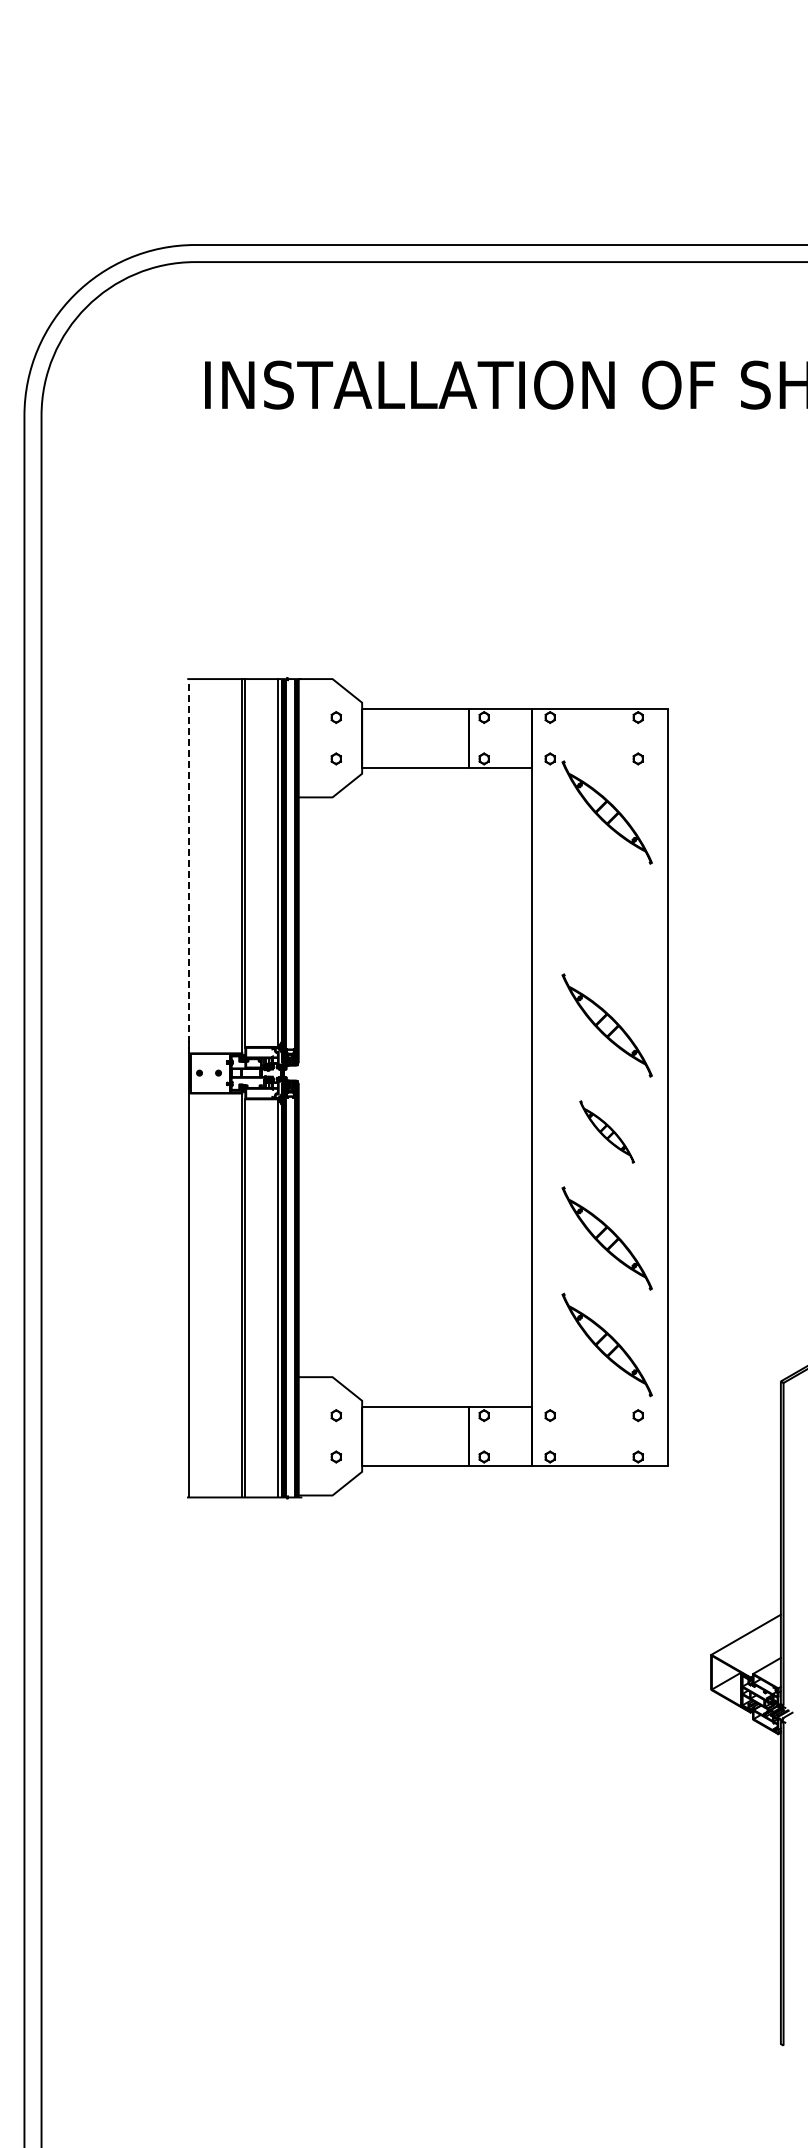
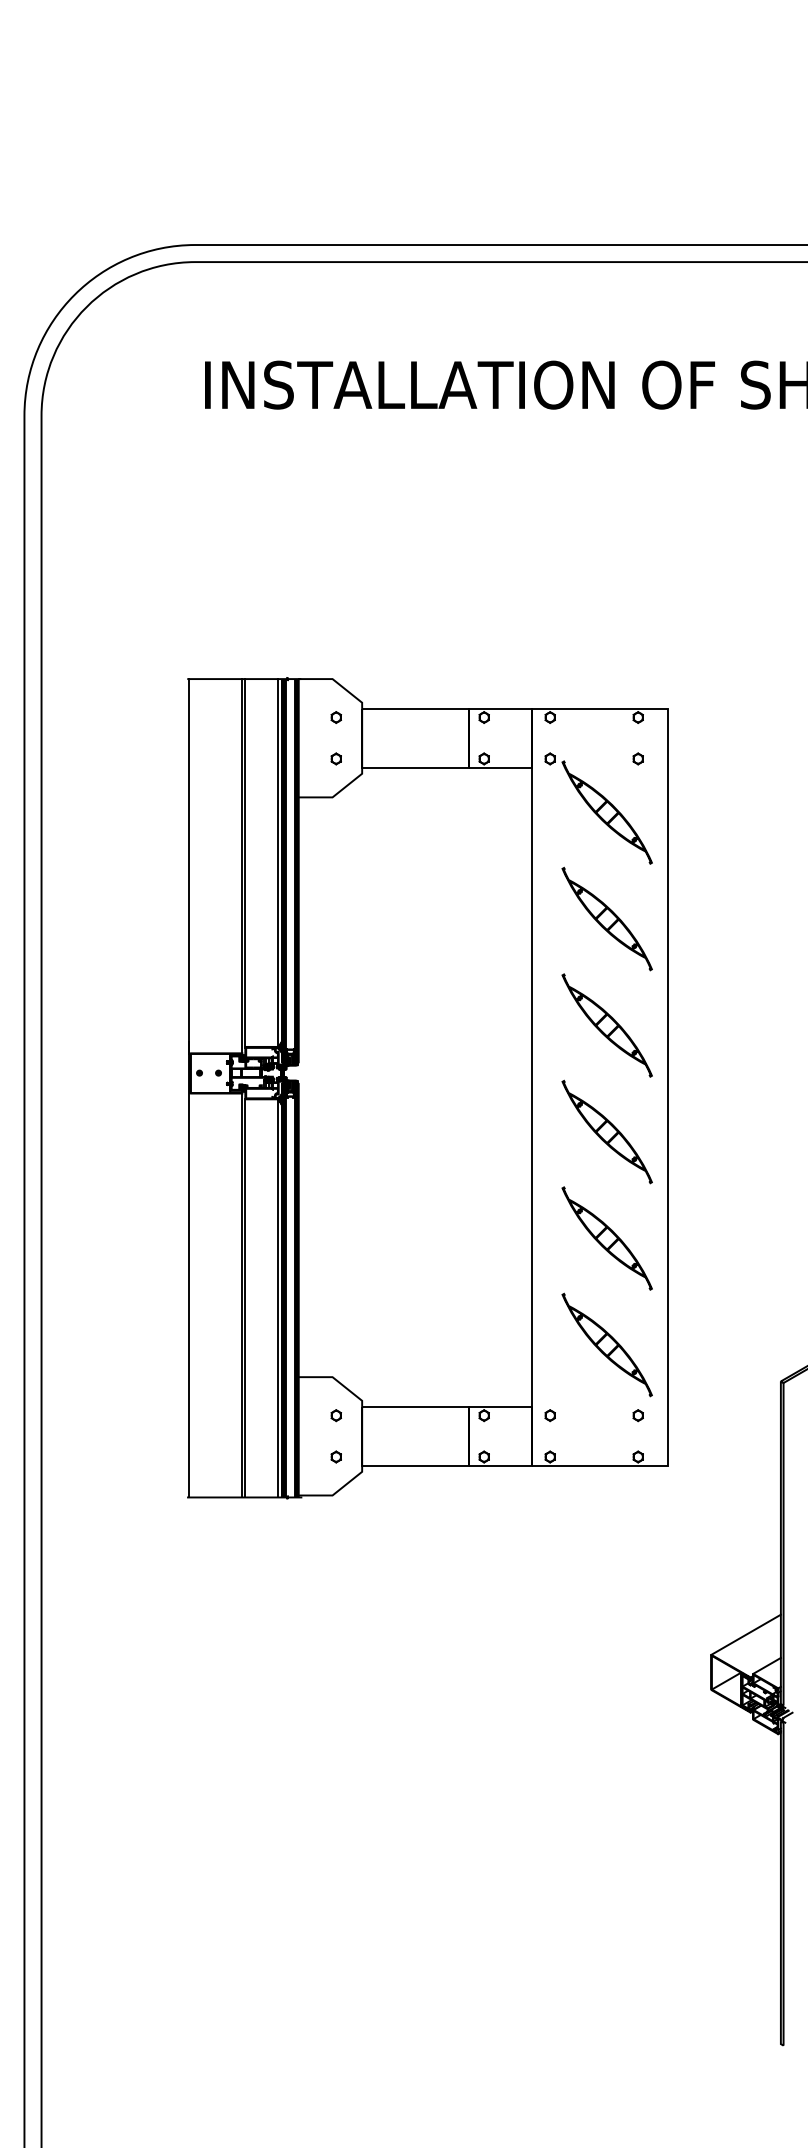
line at (189, 866): dashed -> solid
part at (606, 918): none -> present
part at (606, 1131) size: 56x64 px -> 92x106 px
